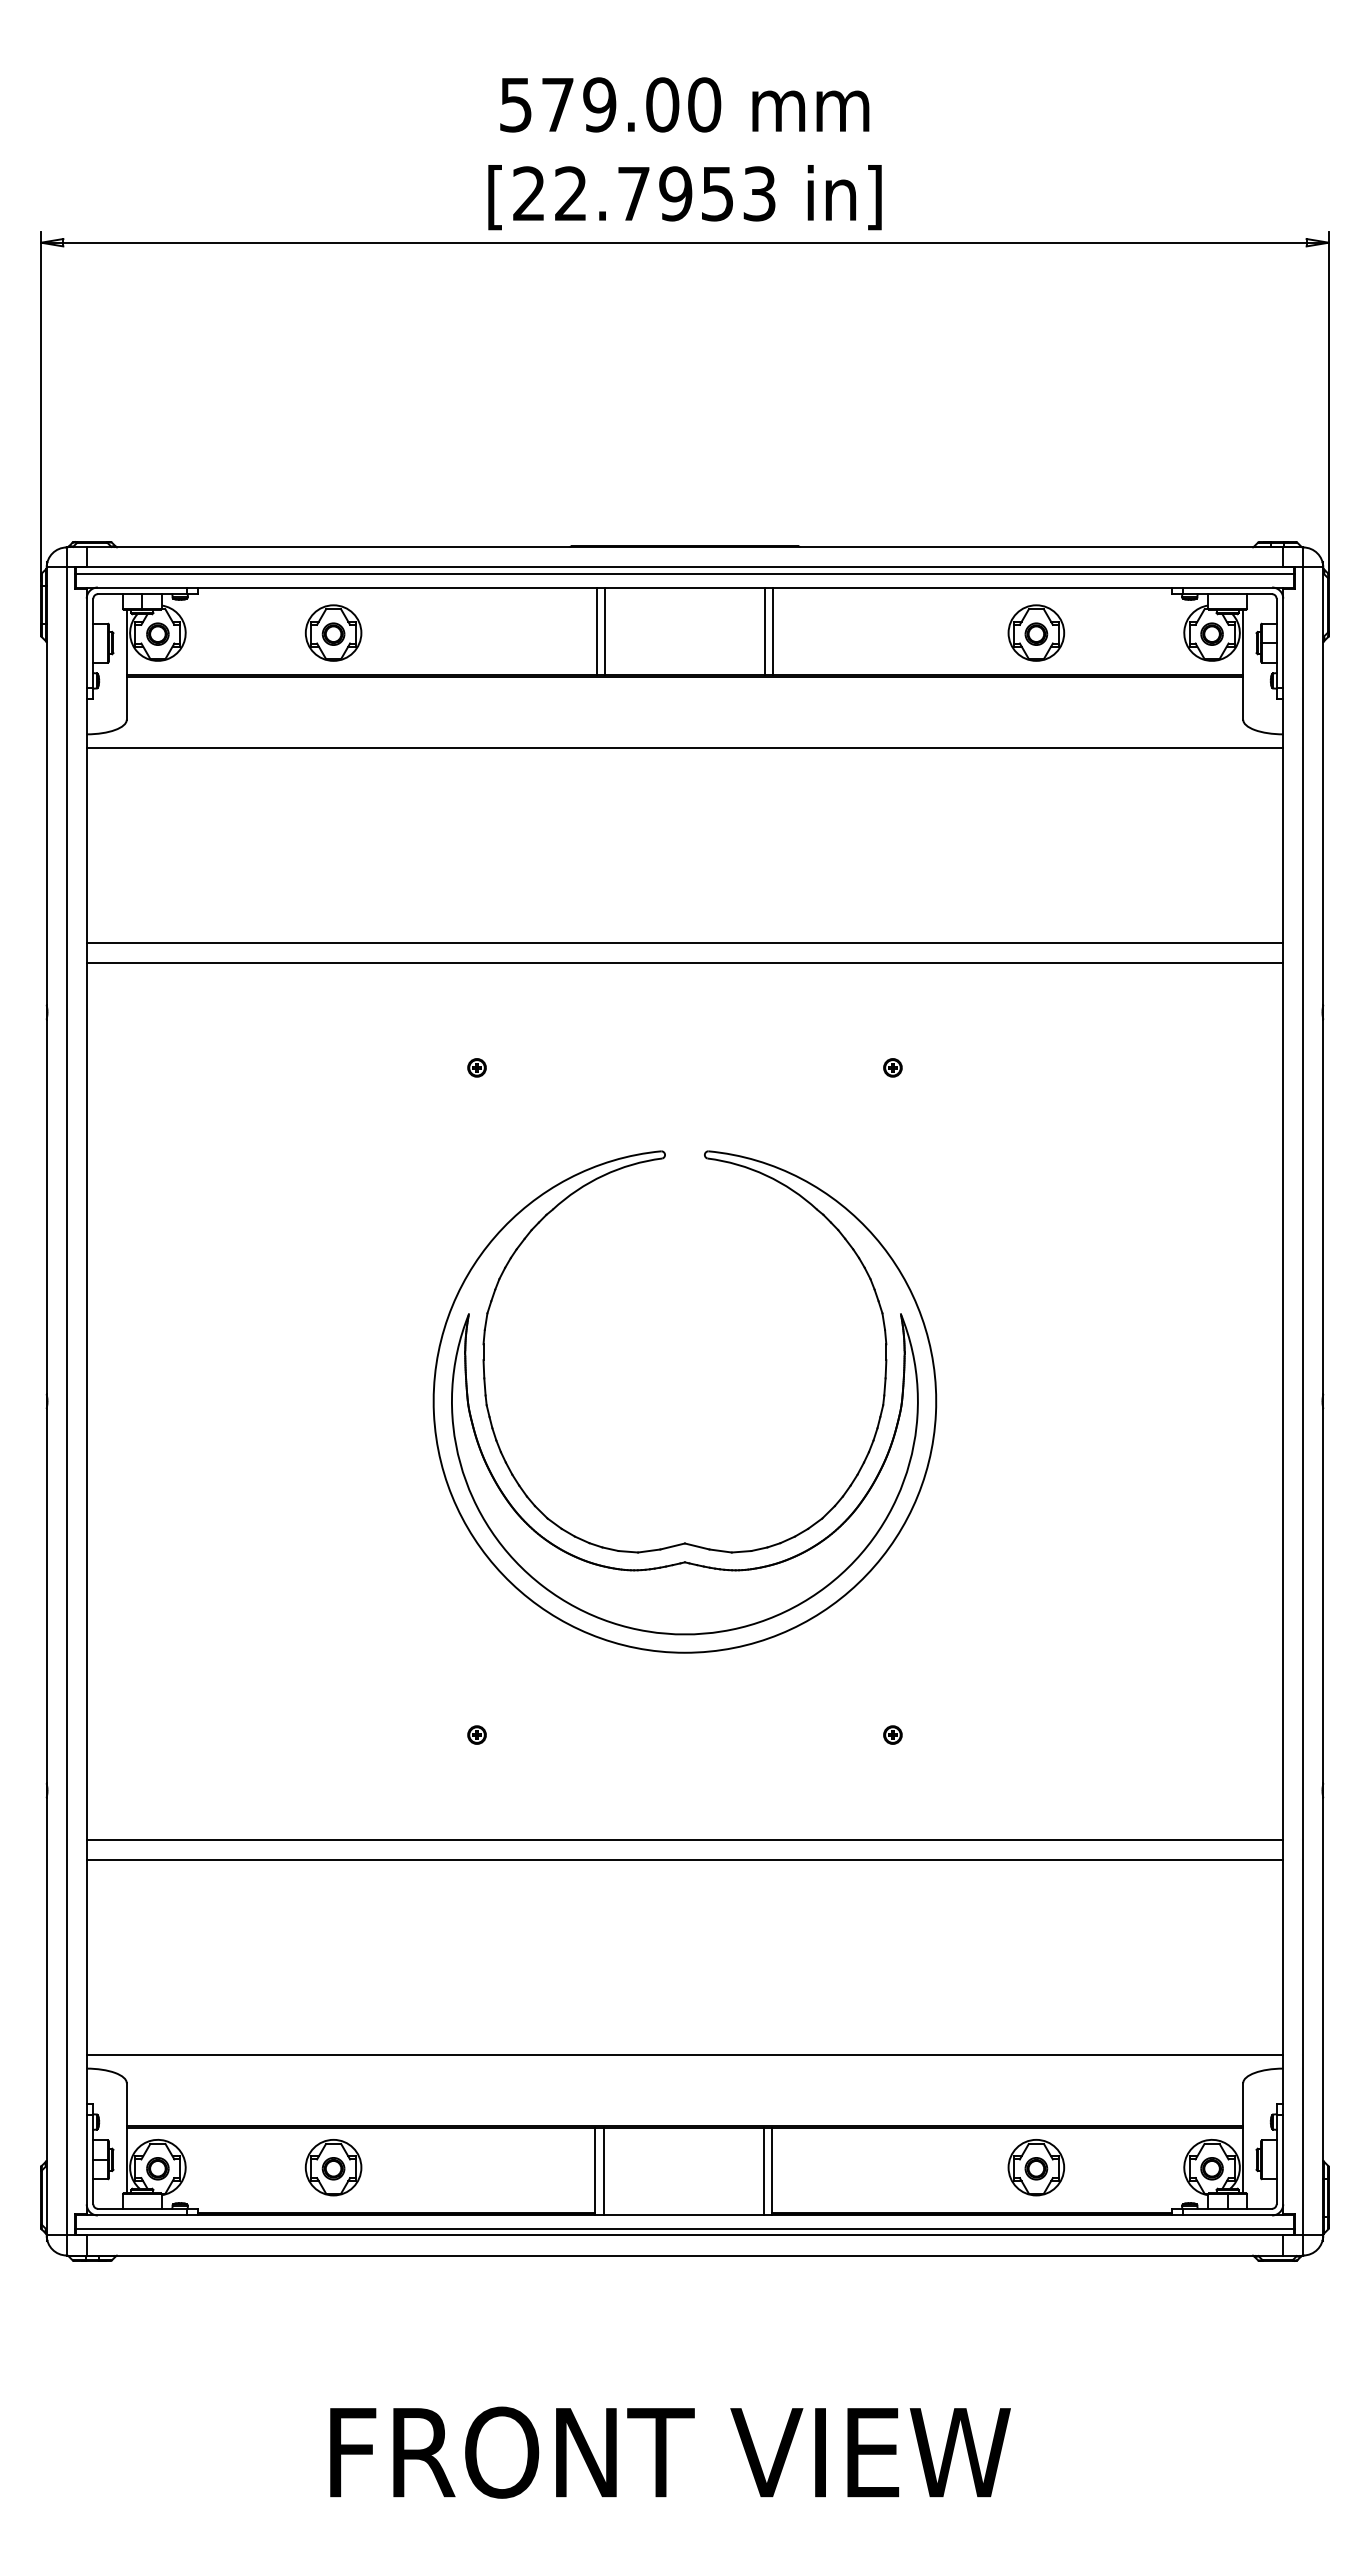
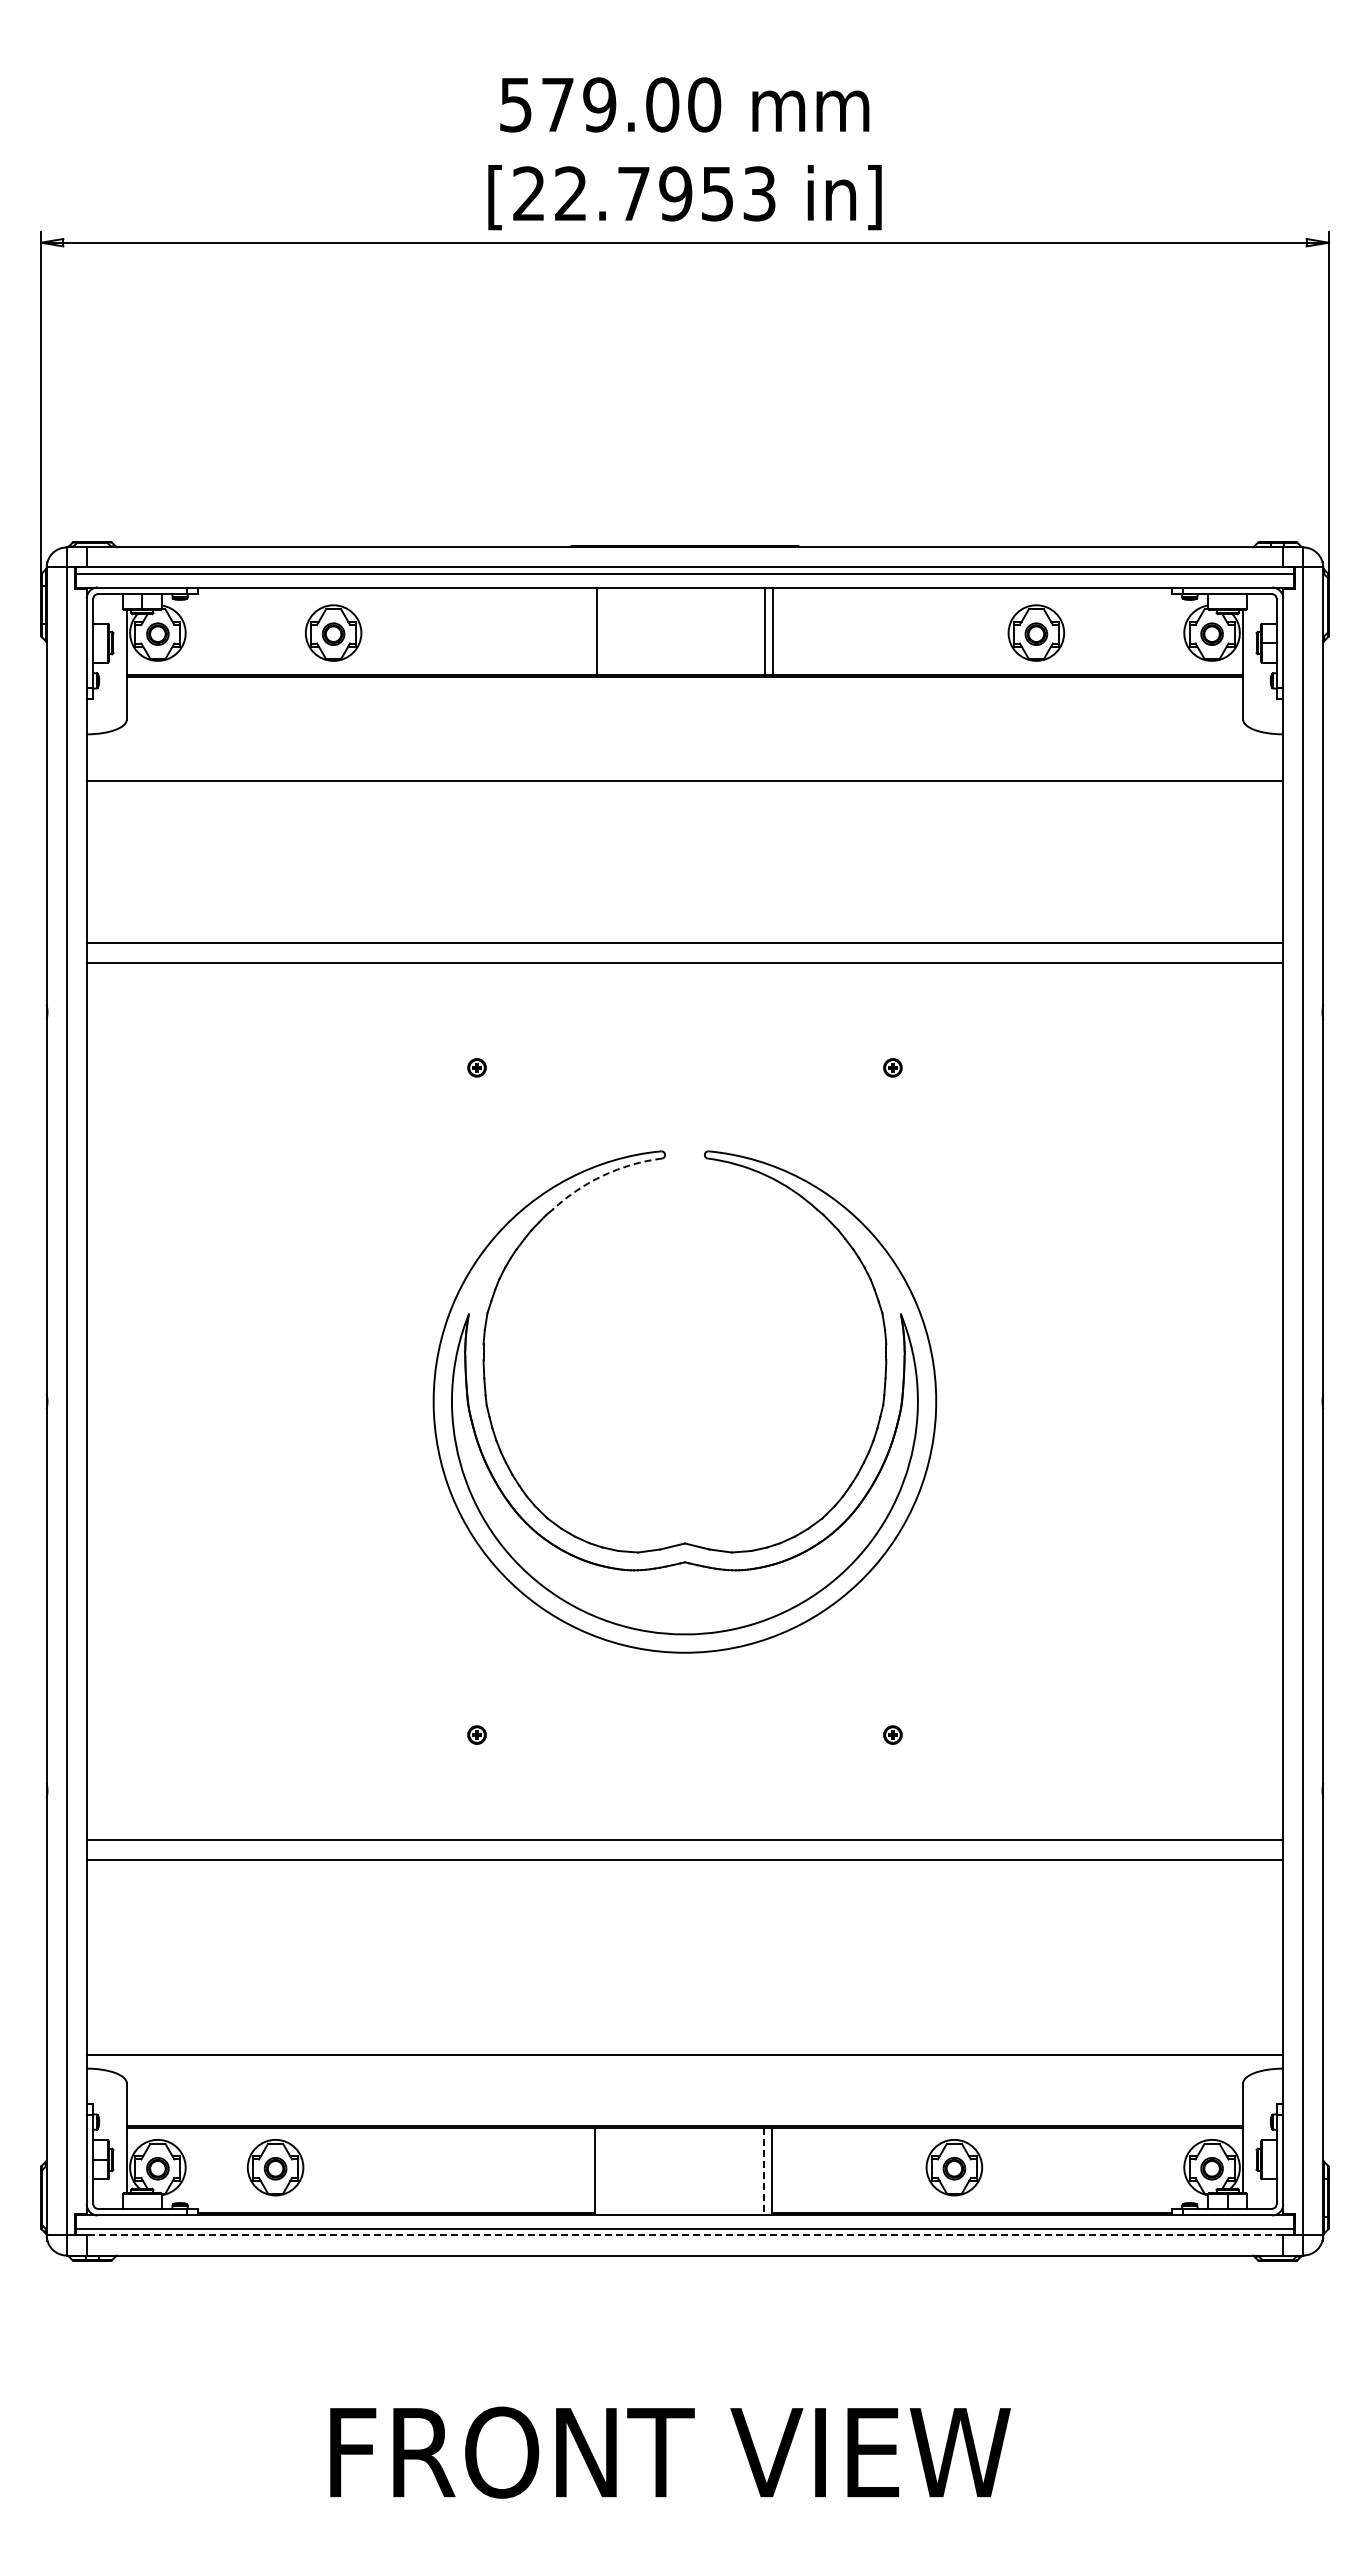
line at (604, 631): present -> none
line at (684, 747) position: (684, 747) -> (684, 780)
arc at (603, 1175): solid -> dashed
part at (333, 2167) position: (333, 2167) -> (275, 2167)
part at (1036, 2167) position: (1036, 2167) -> (954, 2167)
line at (603, 2171): present -> none
line at (763, 2171): solid -> dashed
line at (684, 2235): solid -> dashed
